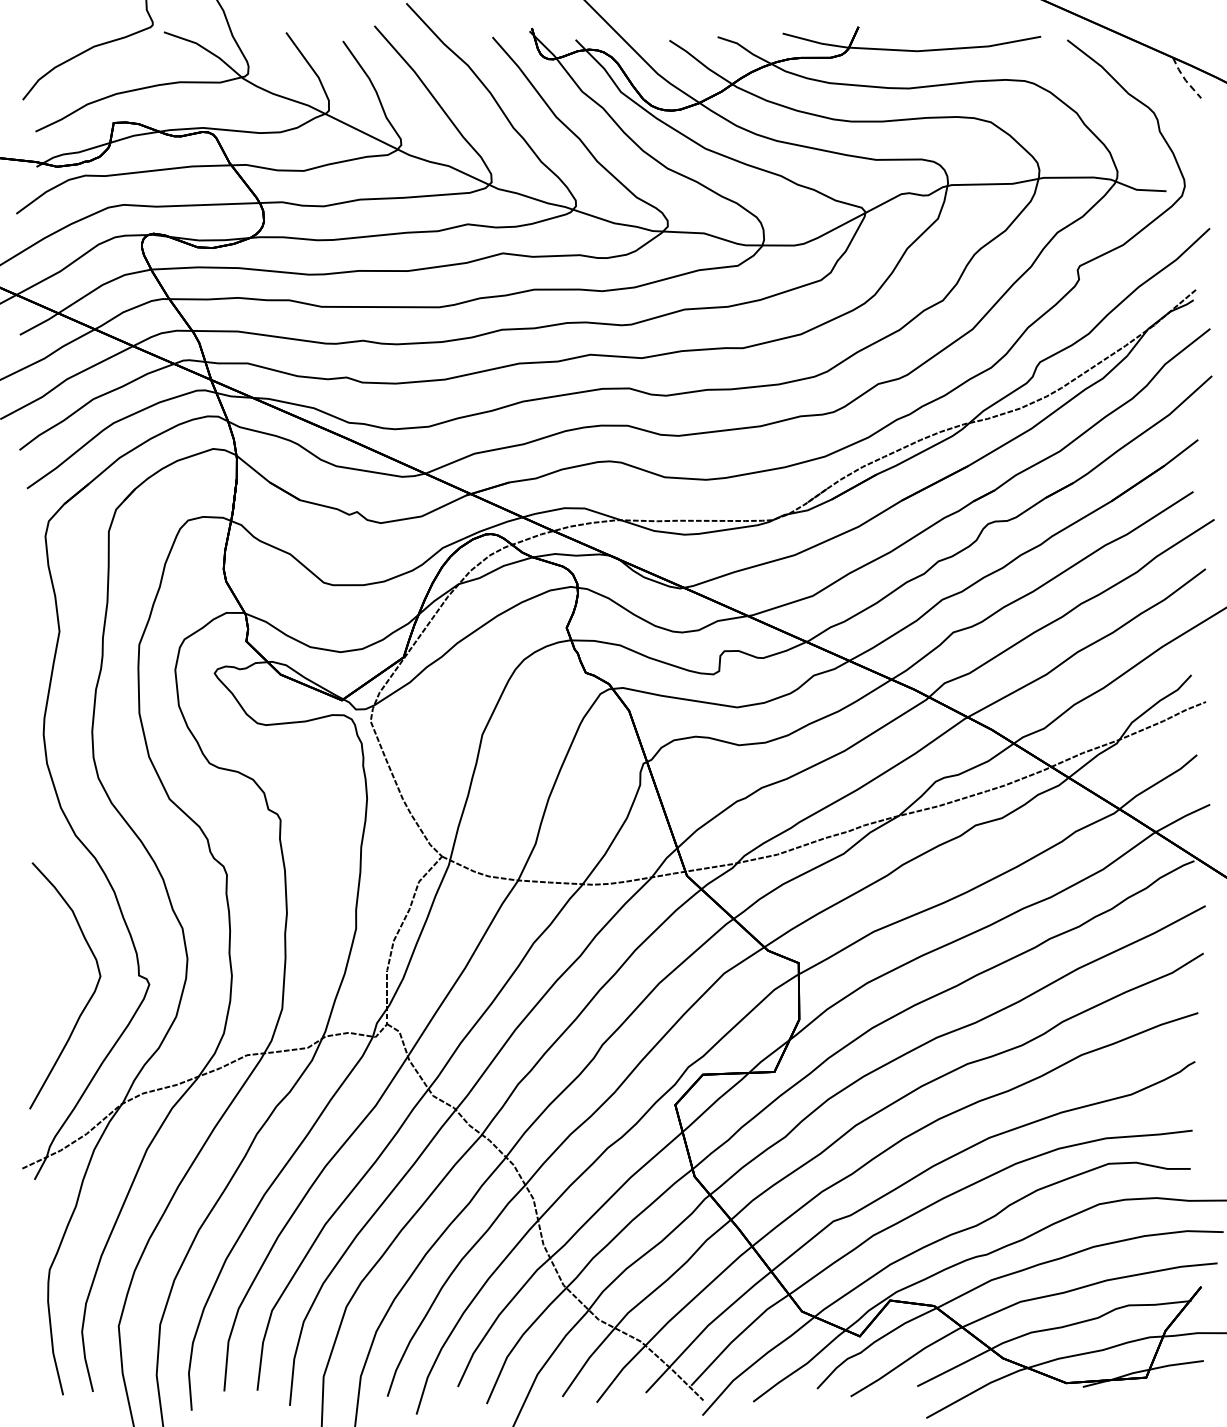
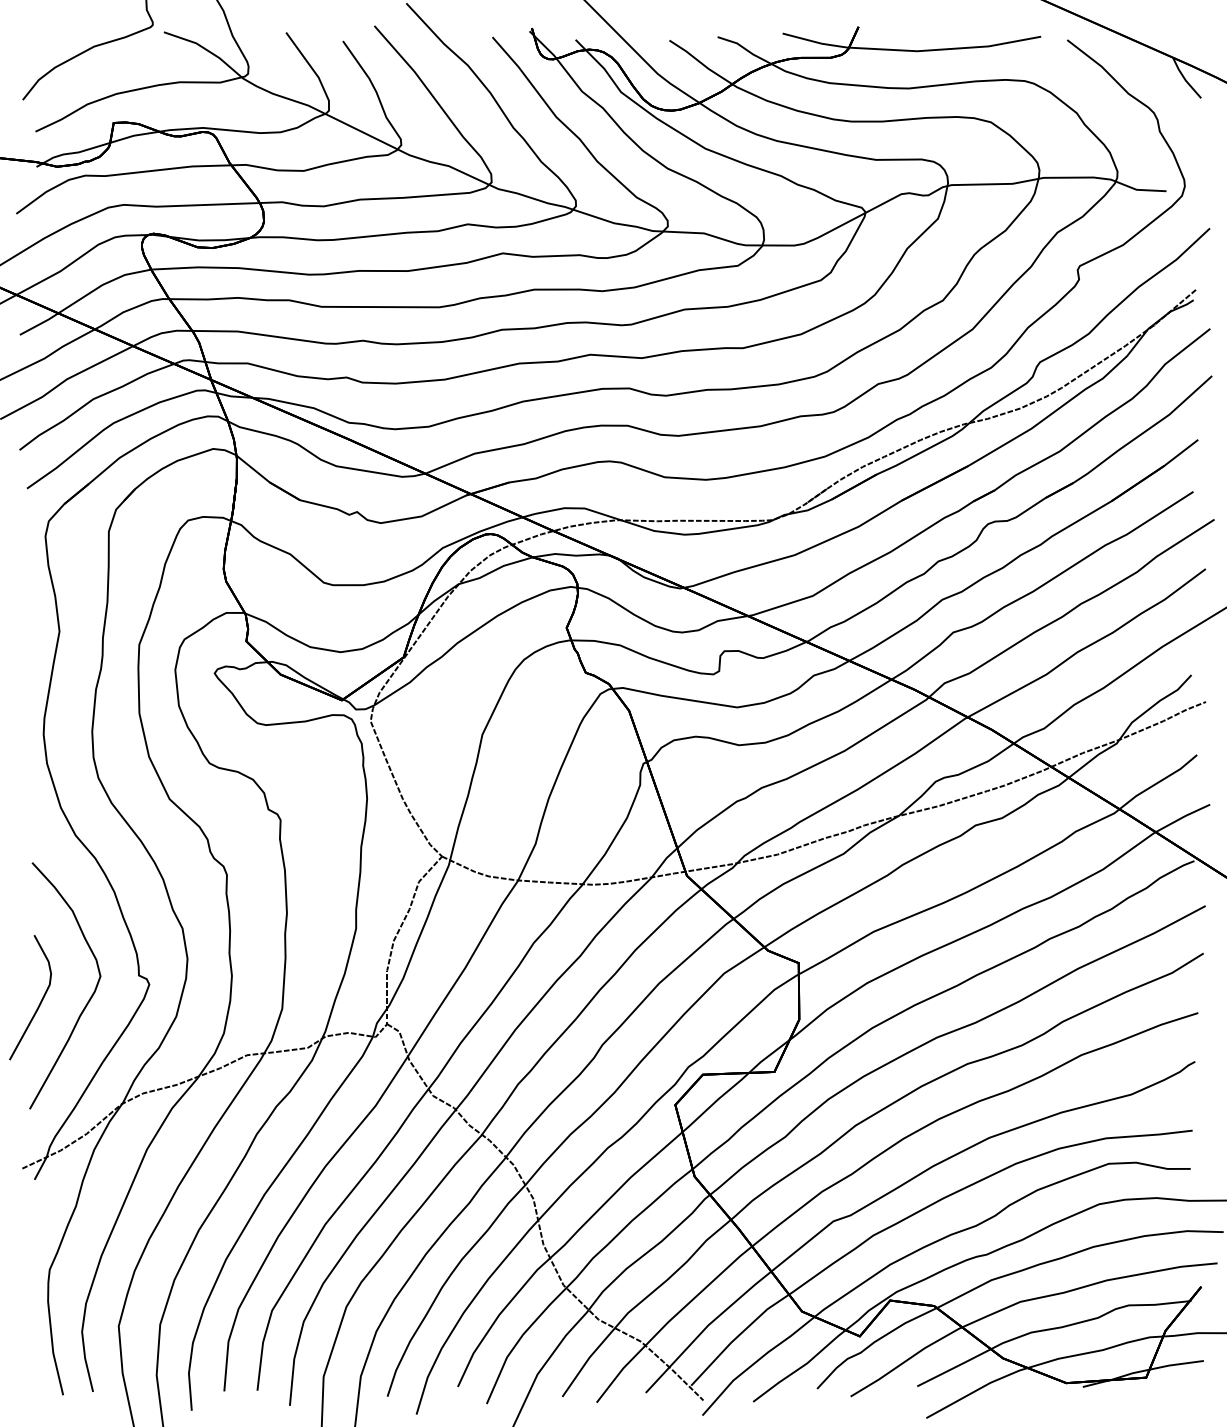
line at (1184, 79): dashed -> solid
curve at (40, 1001): none -> present
